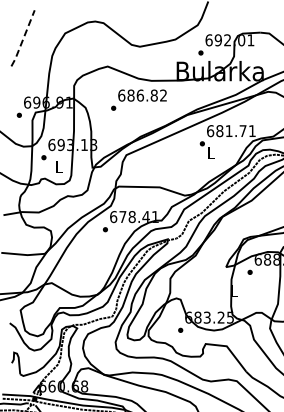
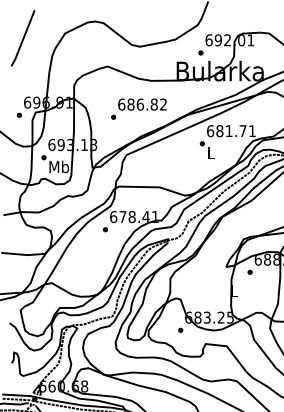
line at (23, 38): dashed -> solid
text at (138, 99) position: (138, 99) -> (138, 108)
text at (59, 166): L -> Mb
